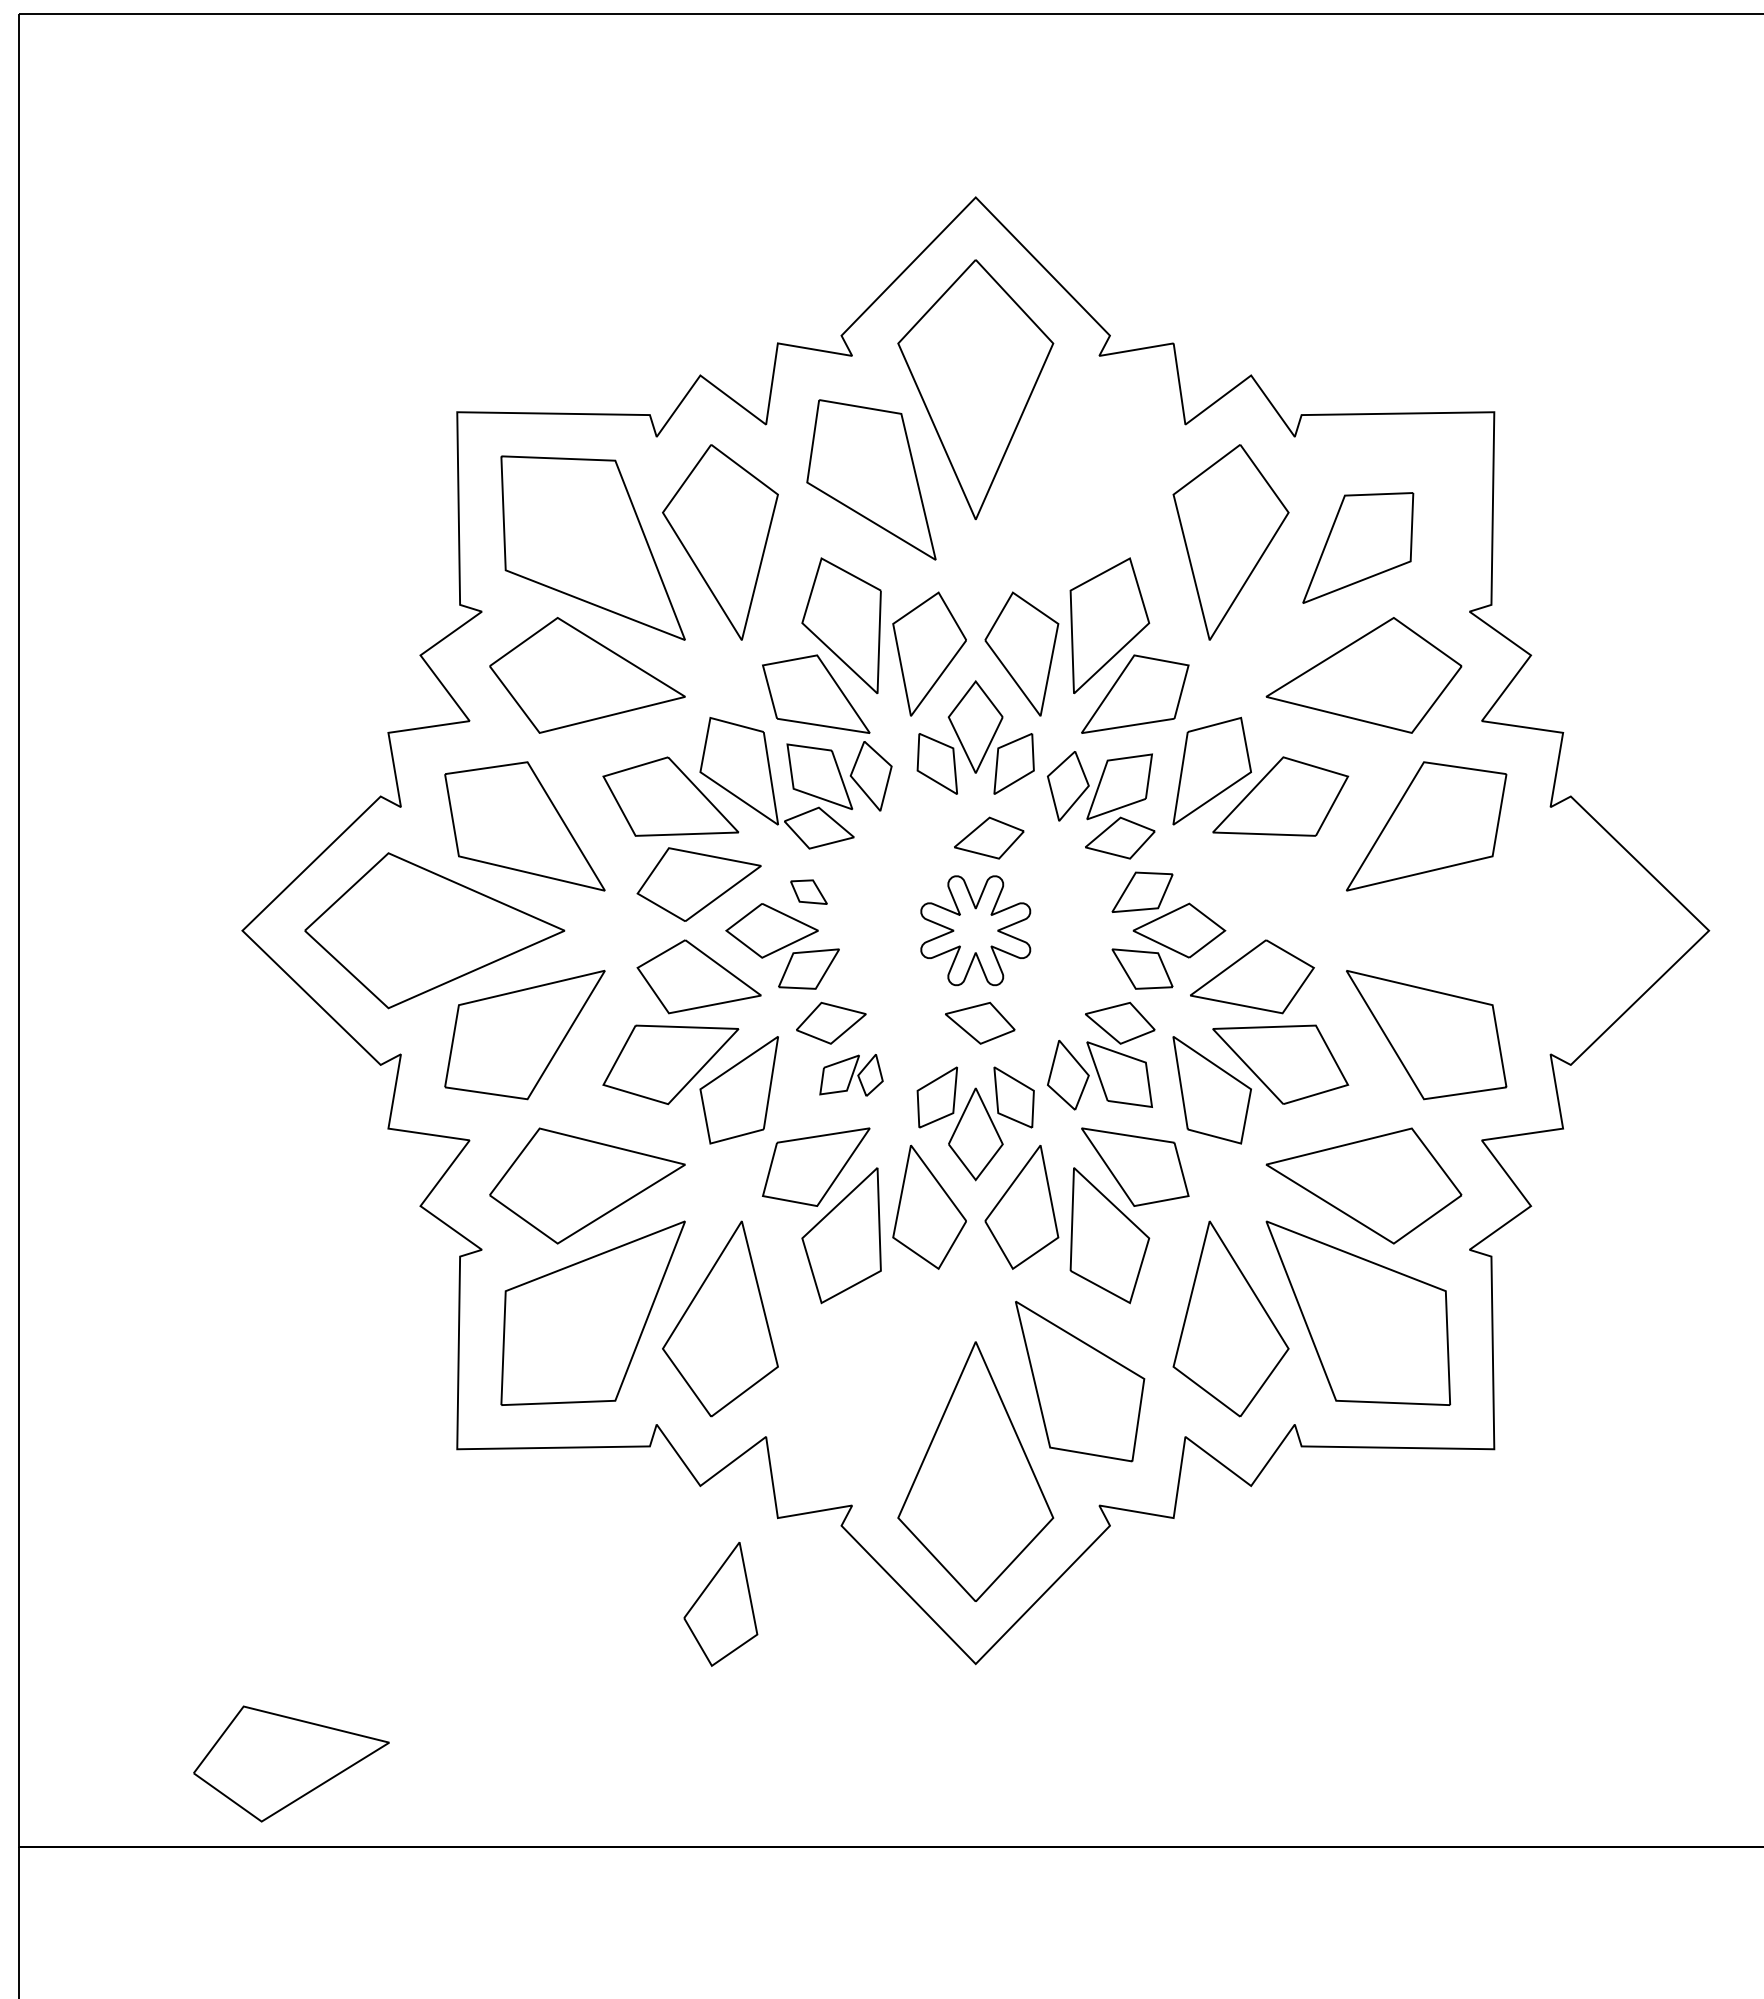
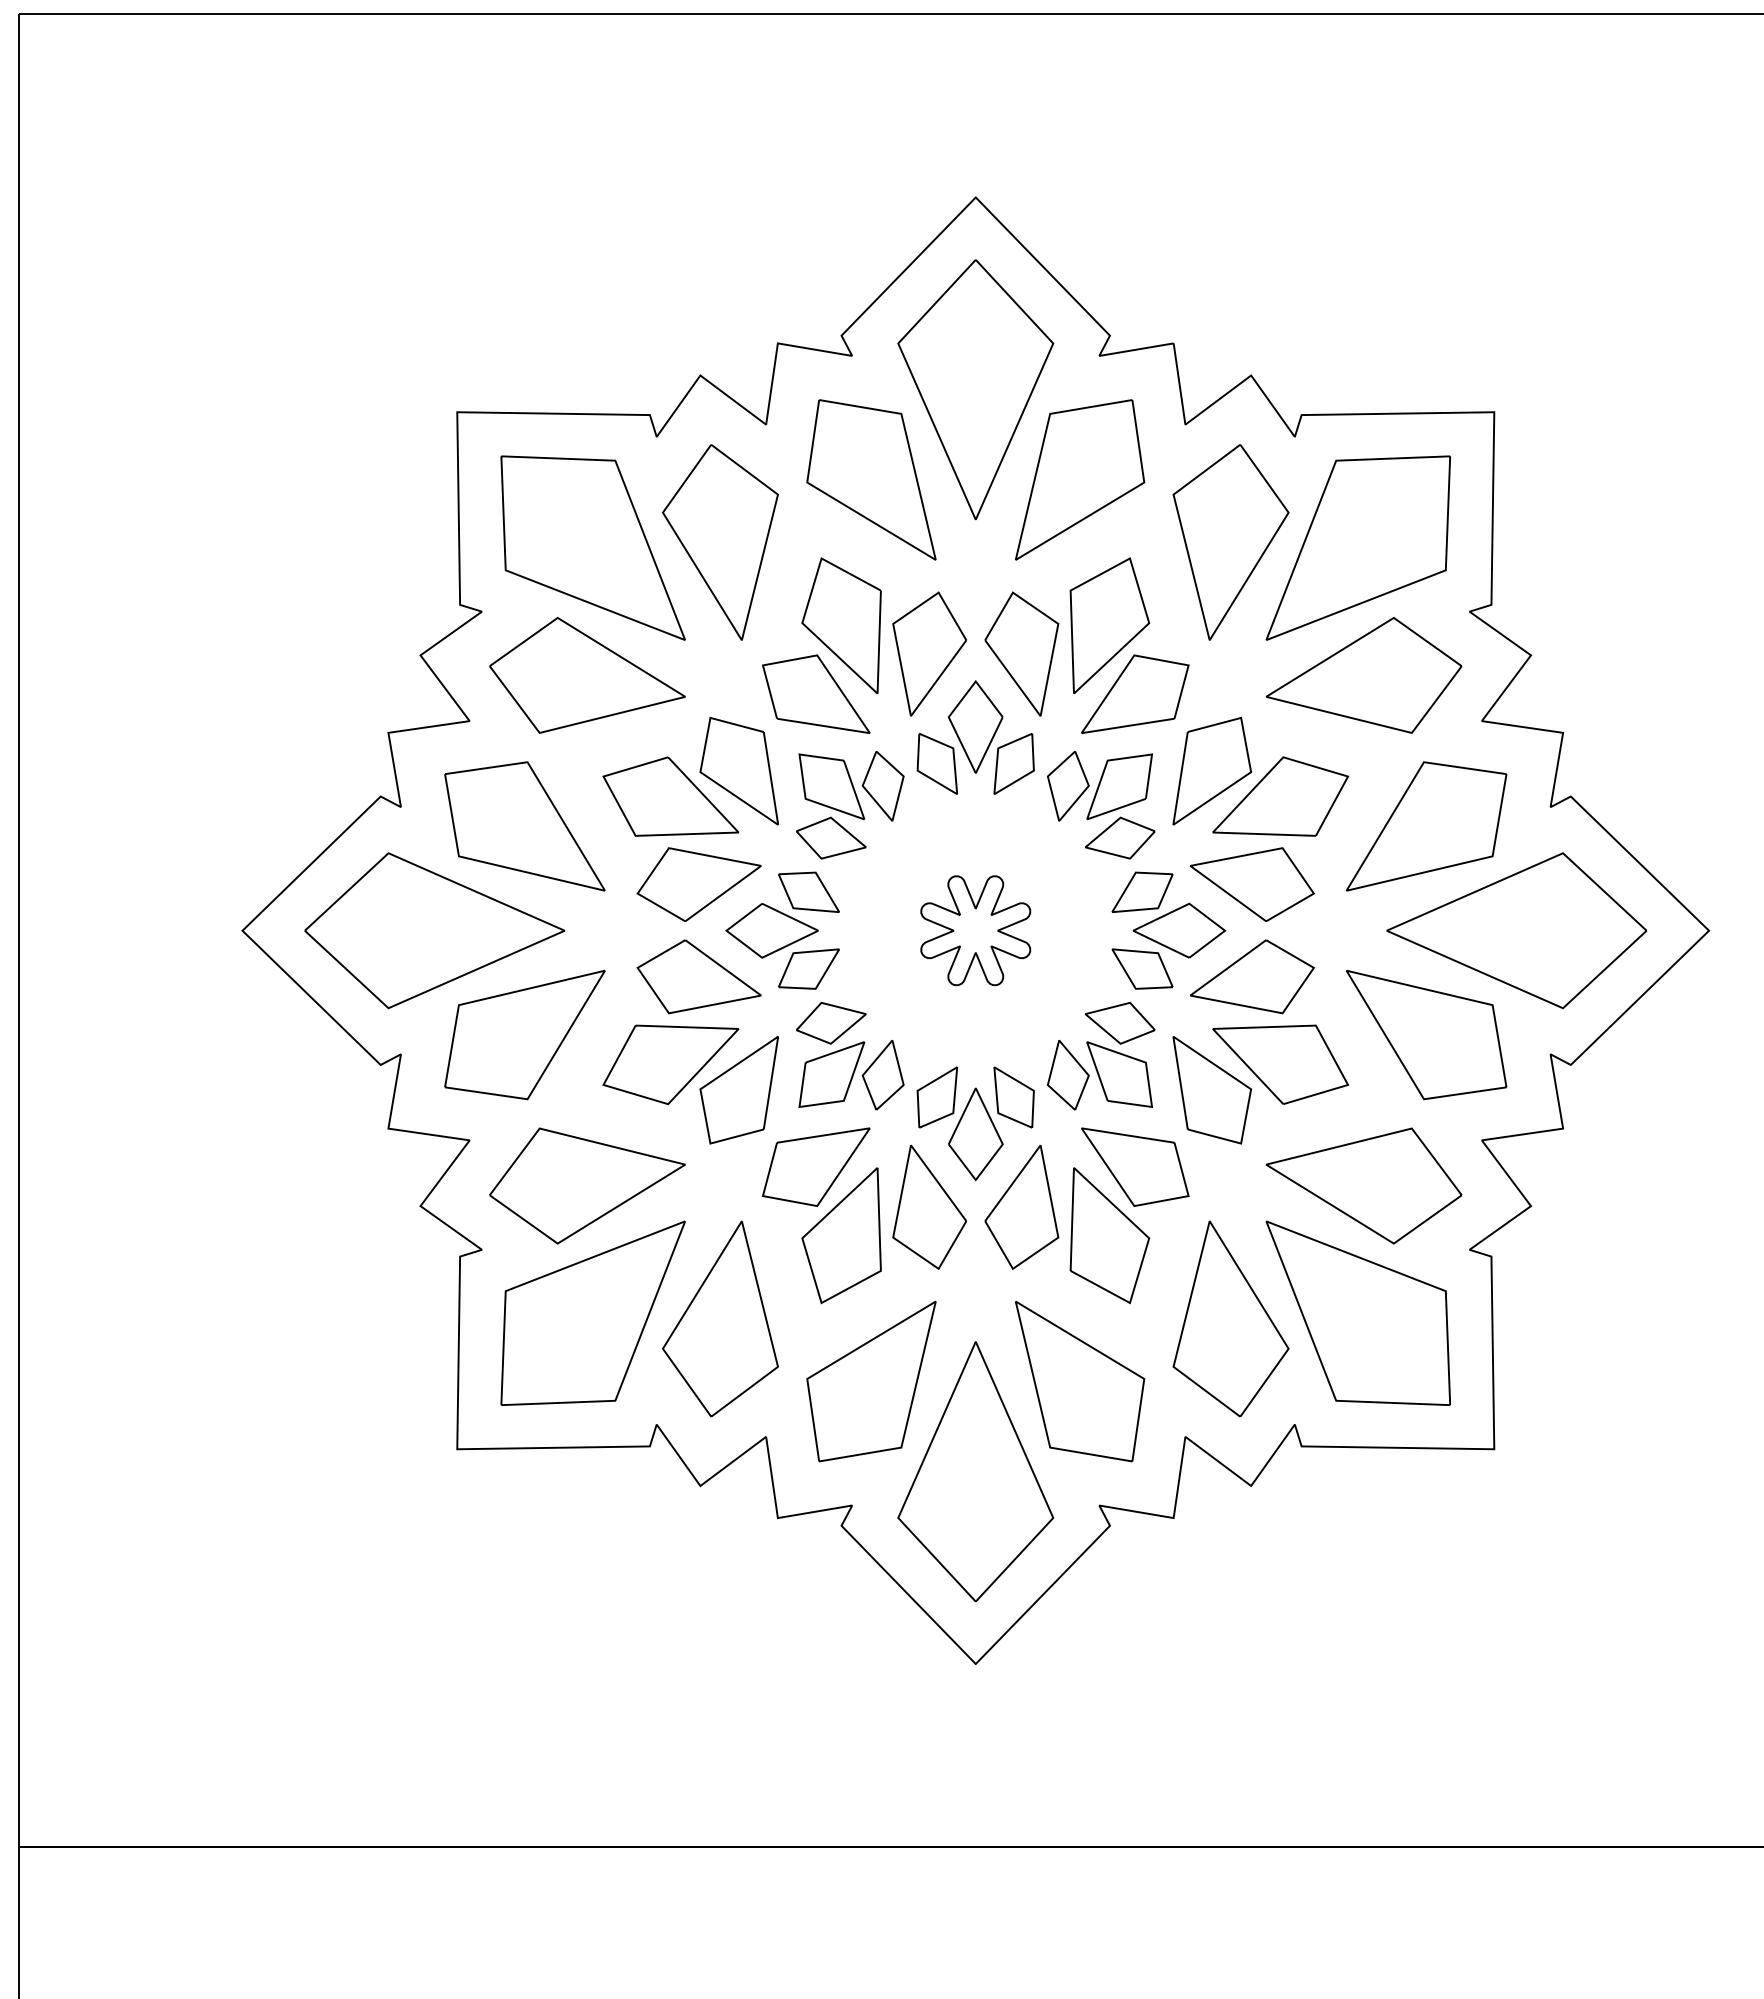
part at (1080, 479): none -> present
part at (1358, 547) size: 113x112 px -> 186x186 px
part at (838, 795) position: (838, 795) -> (850, 805)
part at (989, 837): present -> none
part at (1252, 884): none -> present
part at (808, 891) size: 38x26 px -> 62x42 px
part at (1516, 930): none -> present
part at (980, 1023): present -> none
part at (851, 1075) size: 65x43 px -> 107x71 px
part at (871, 1381): none -> present
part at (720, 1604): present -> none
part at (291, 1763): present -> none
